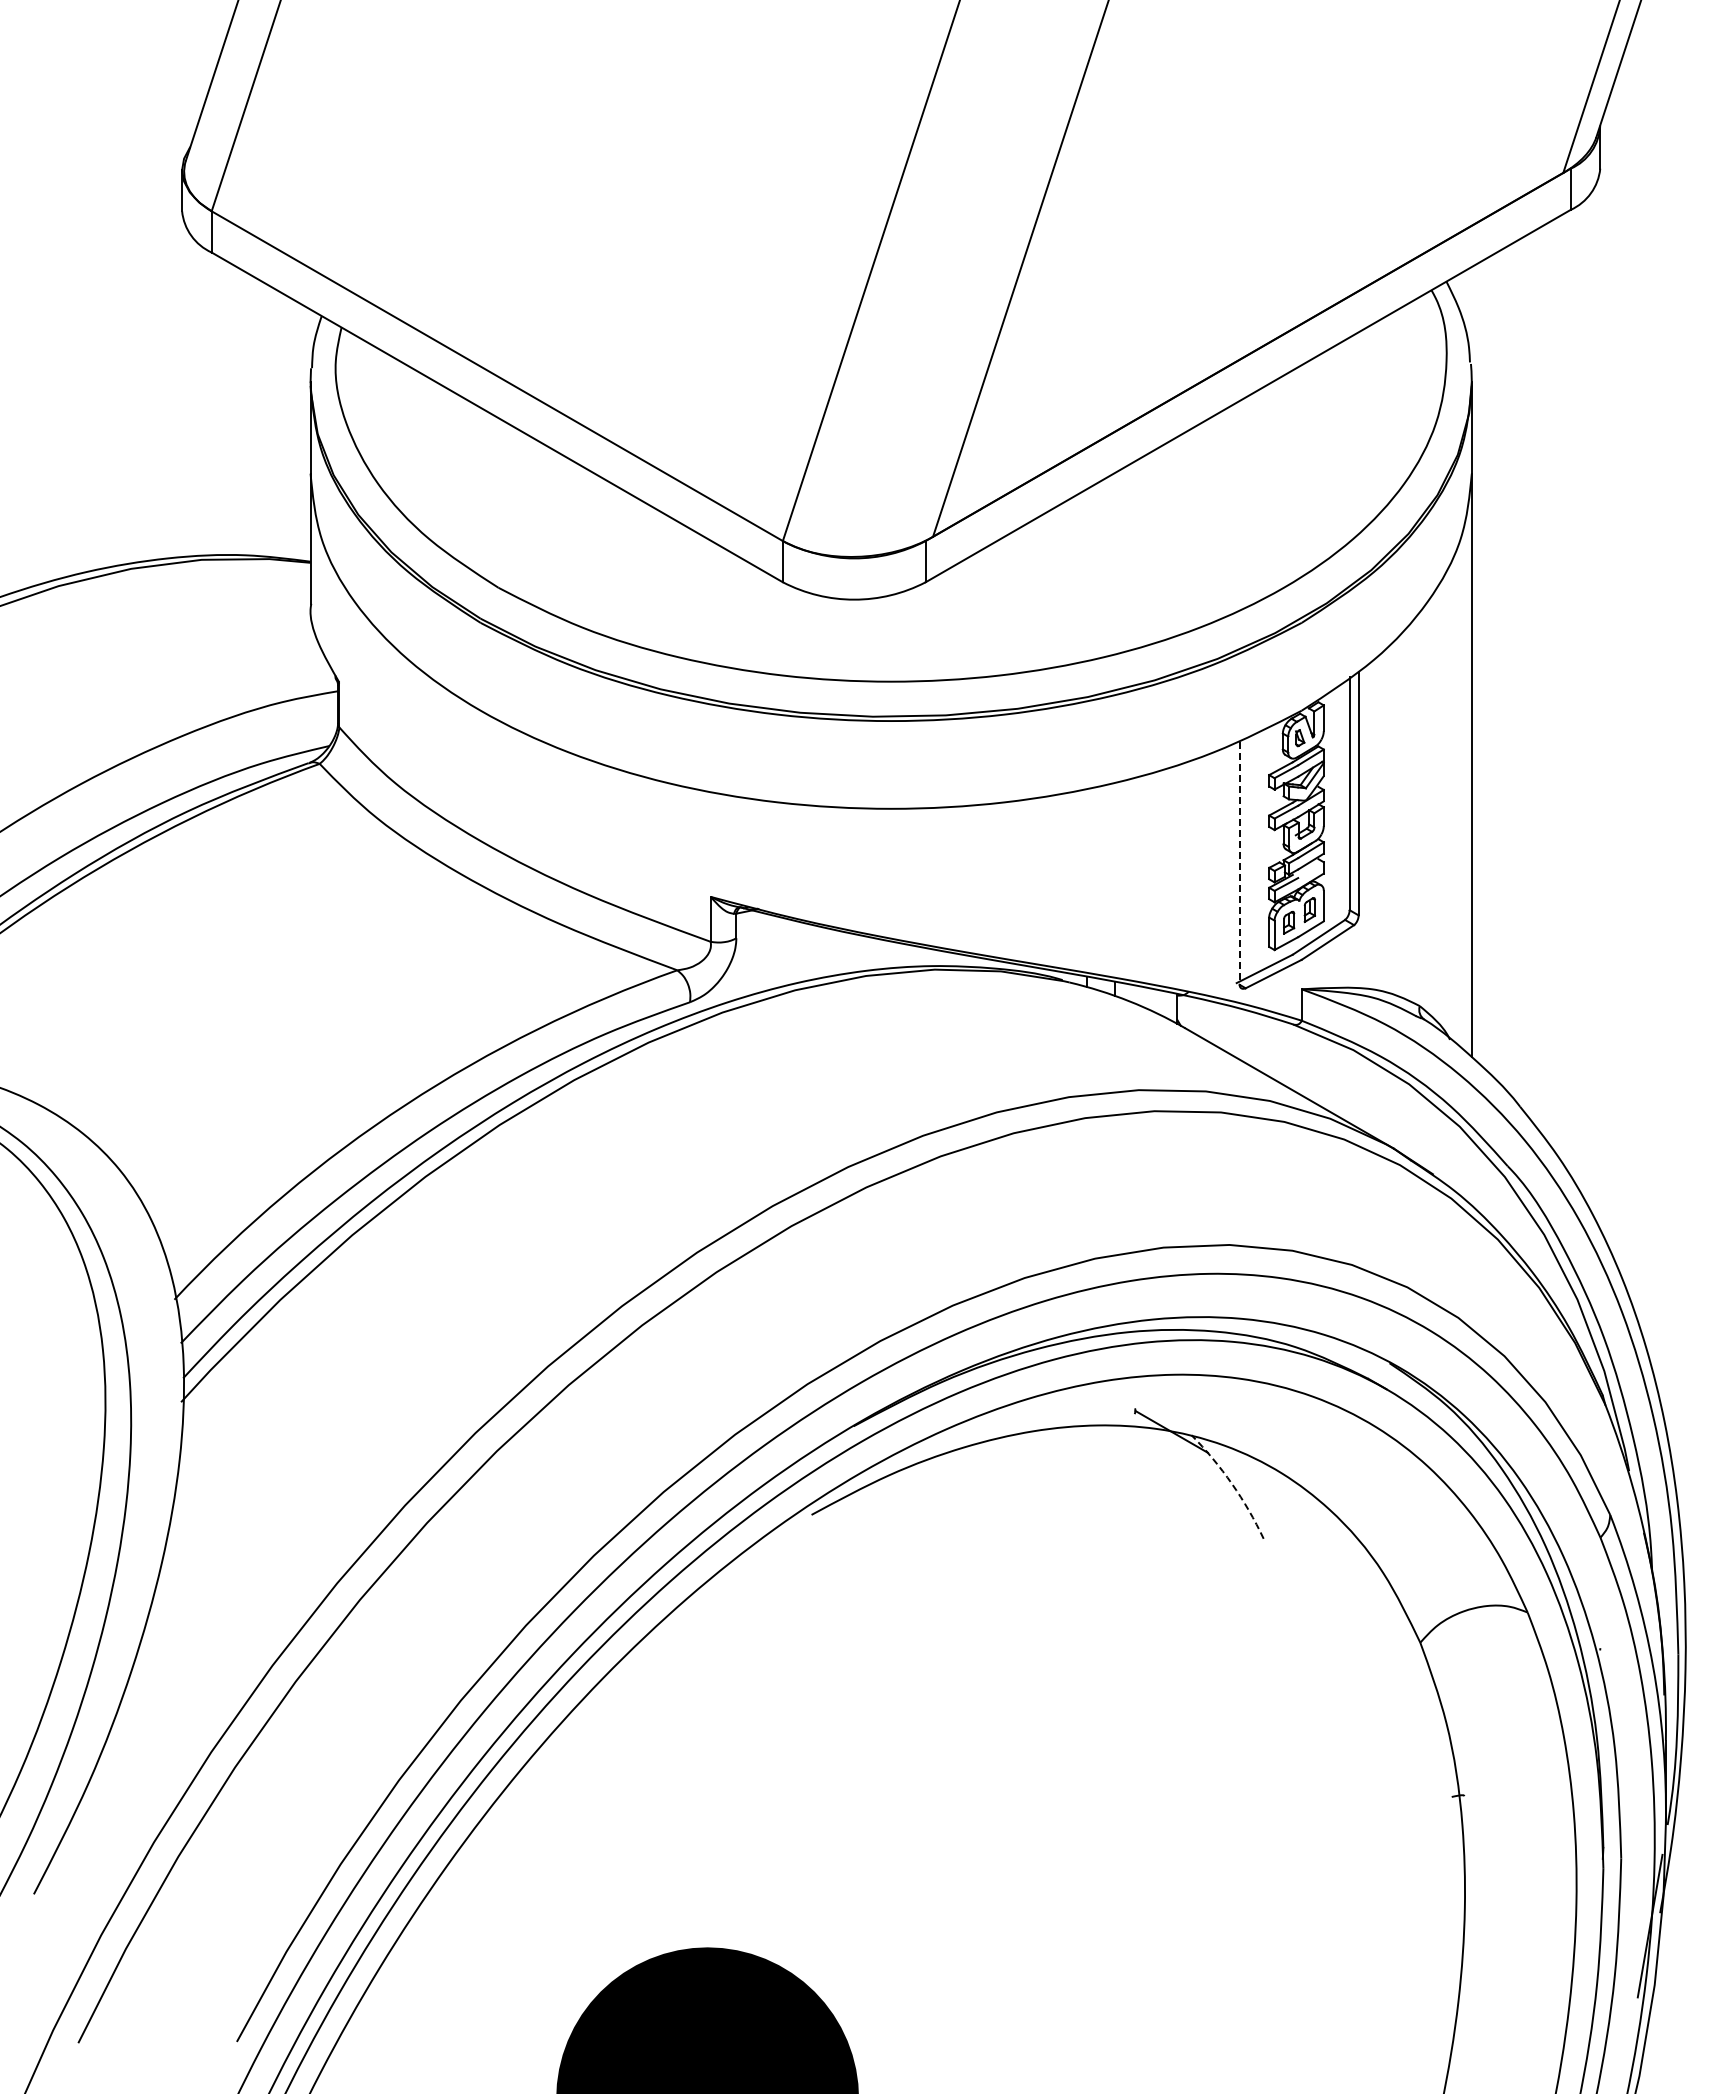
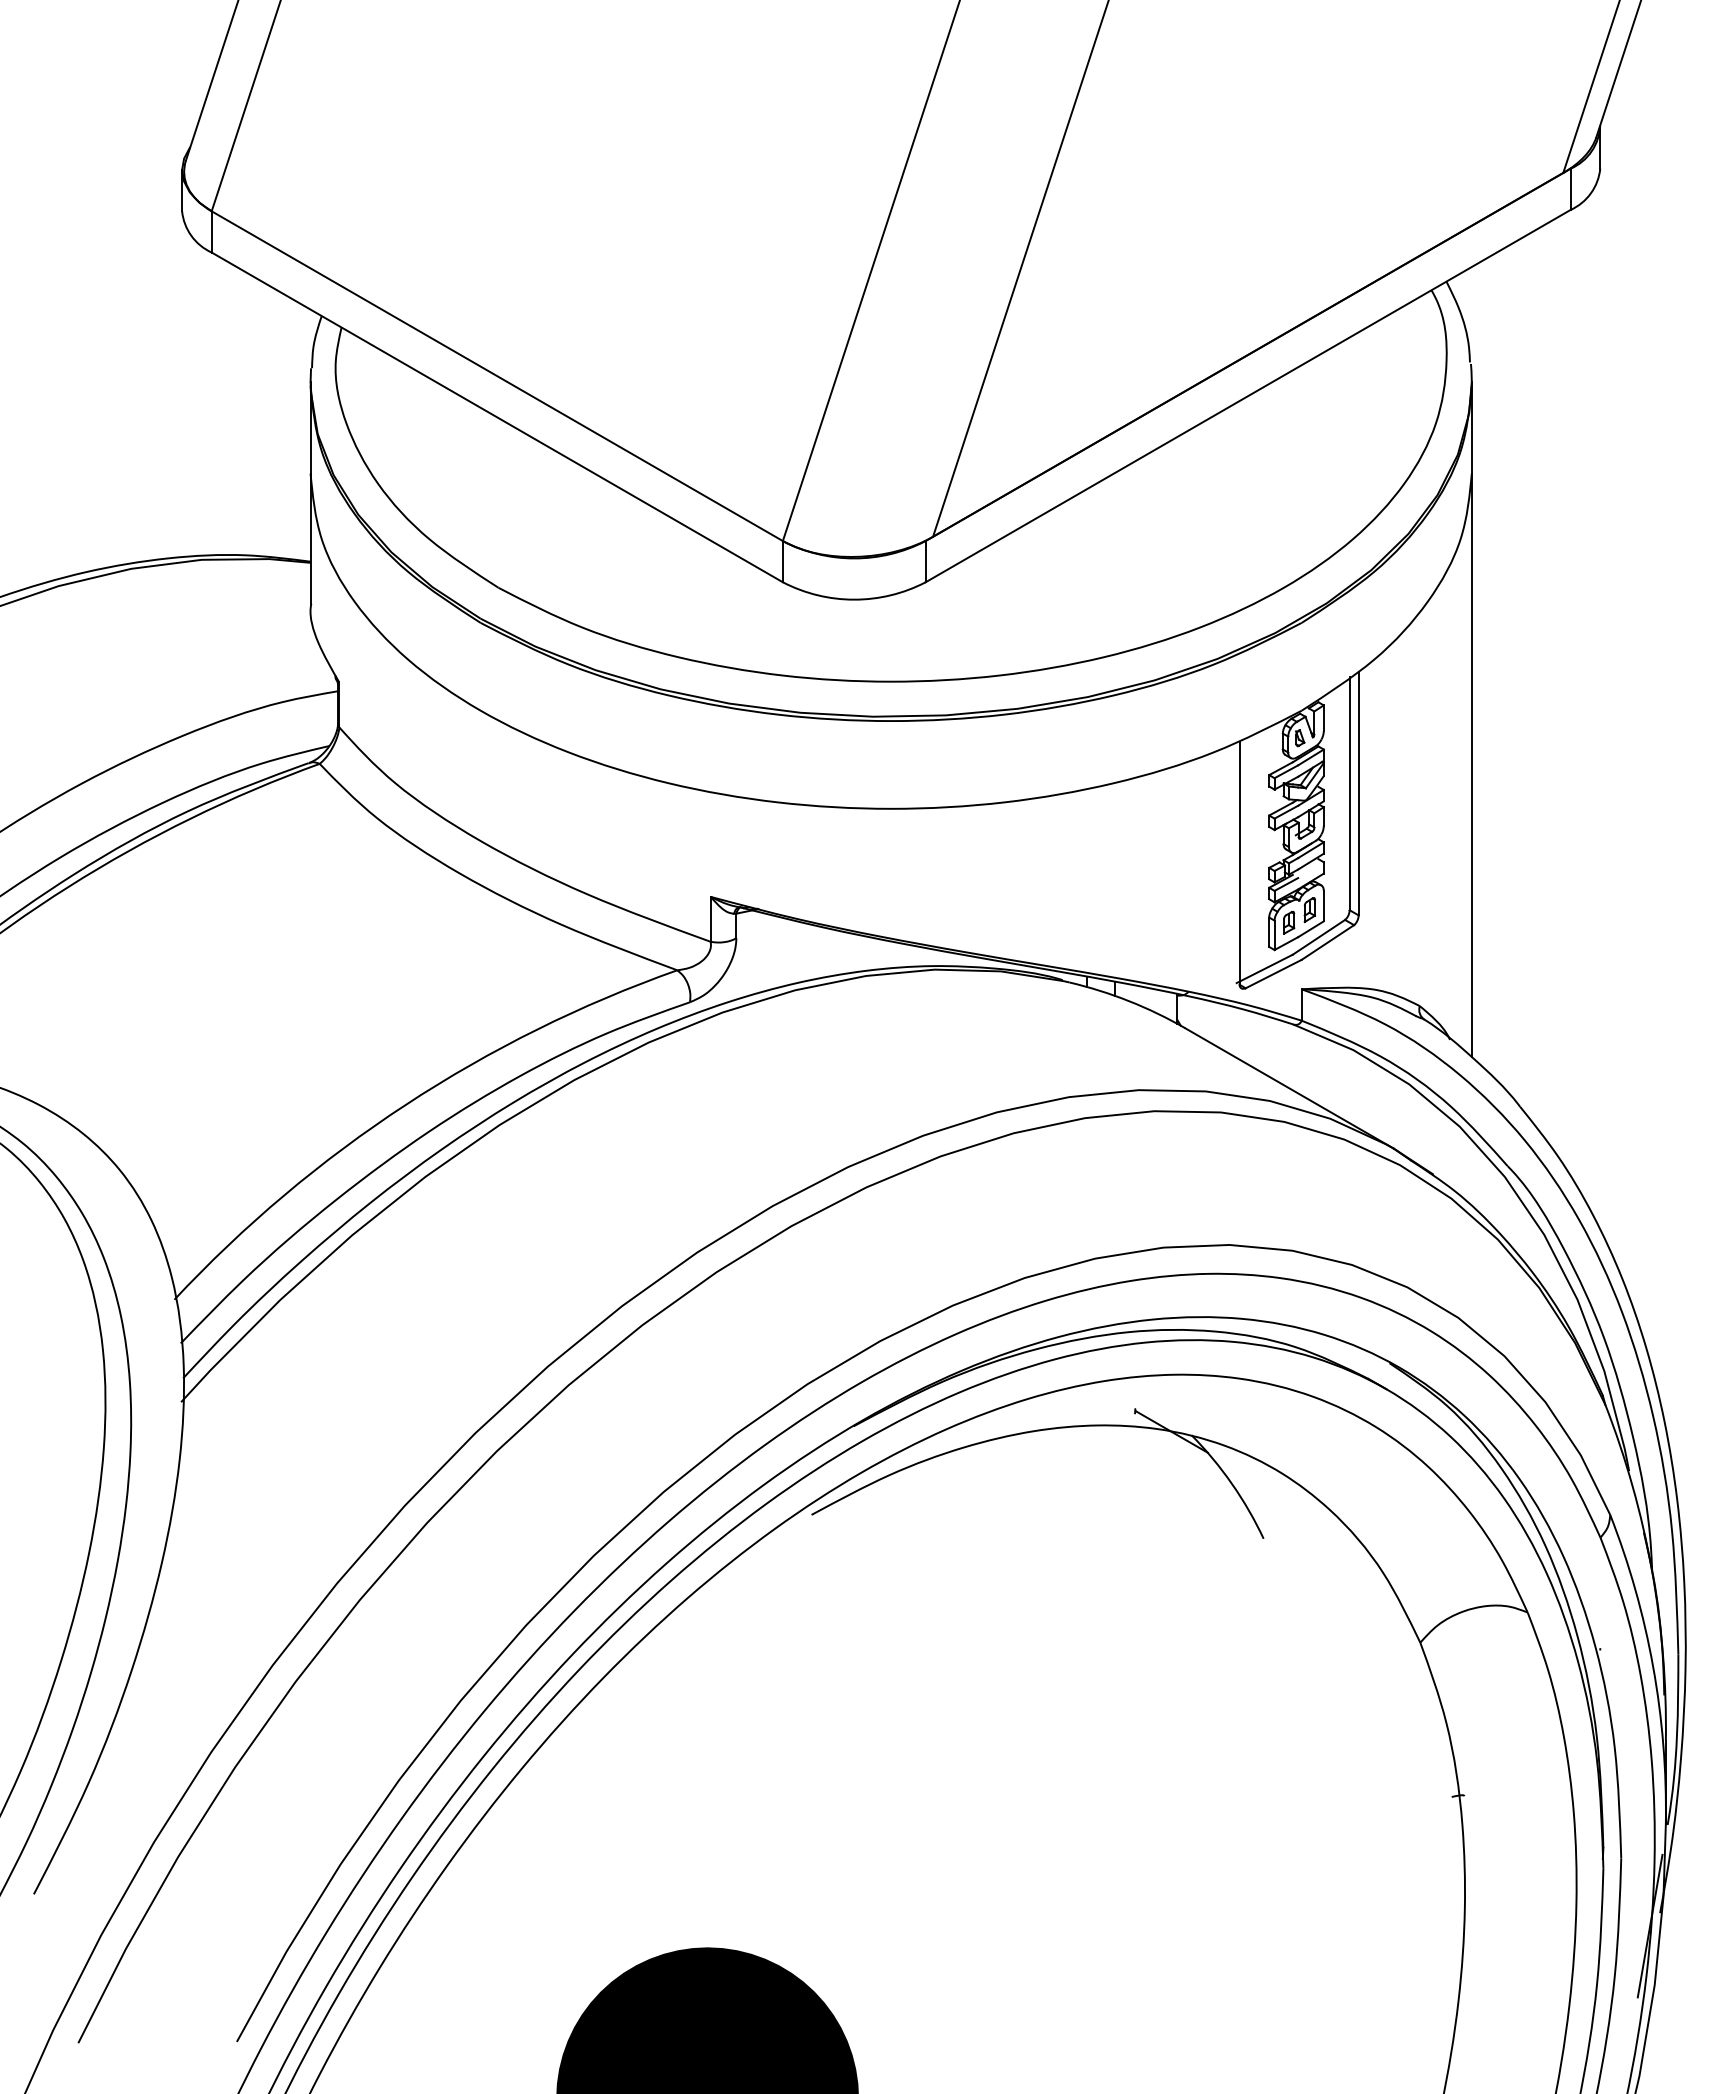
line at (1239, 863): dashed -> solid
arc at (1232, 1483): dashed -> solid
